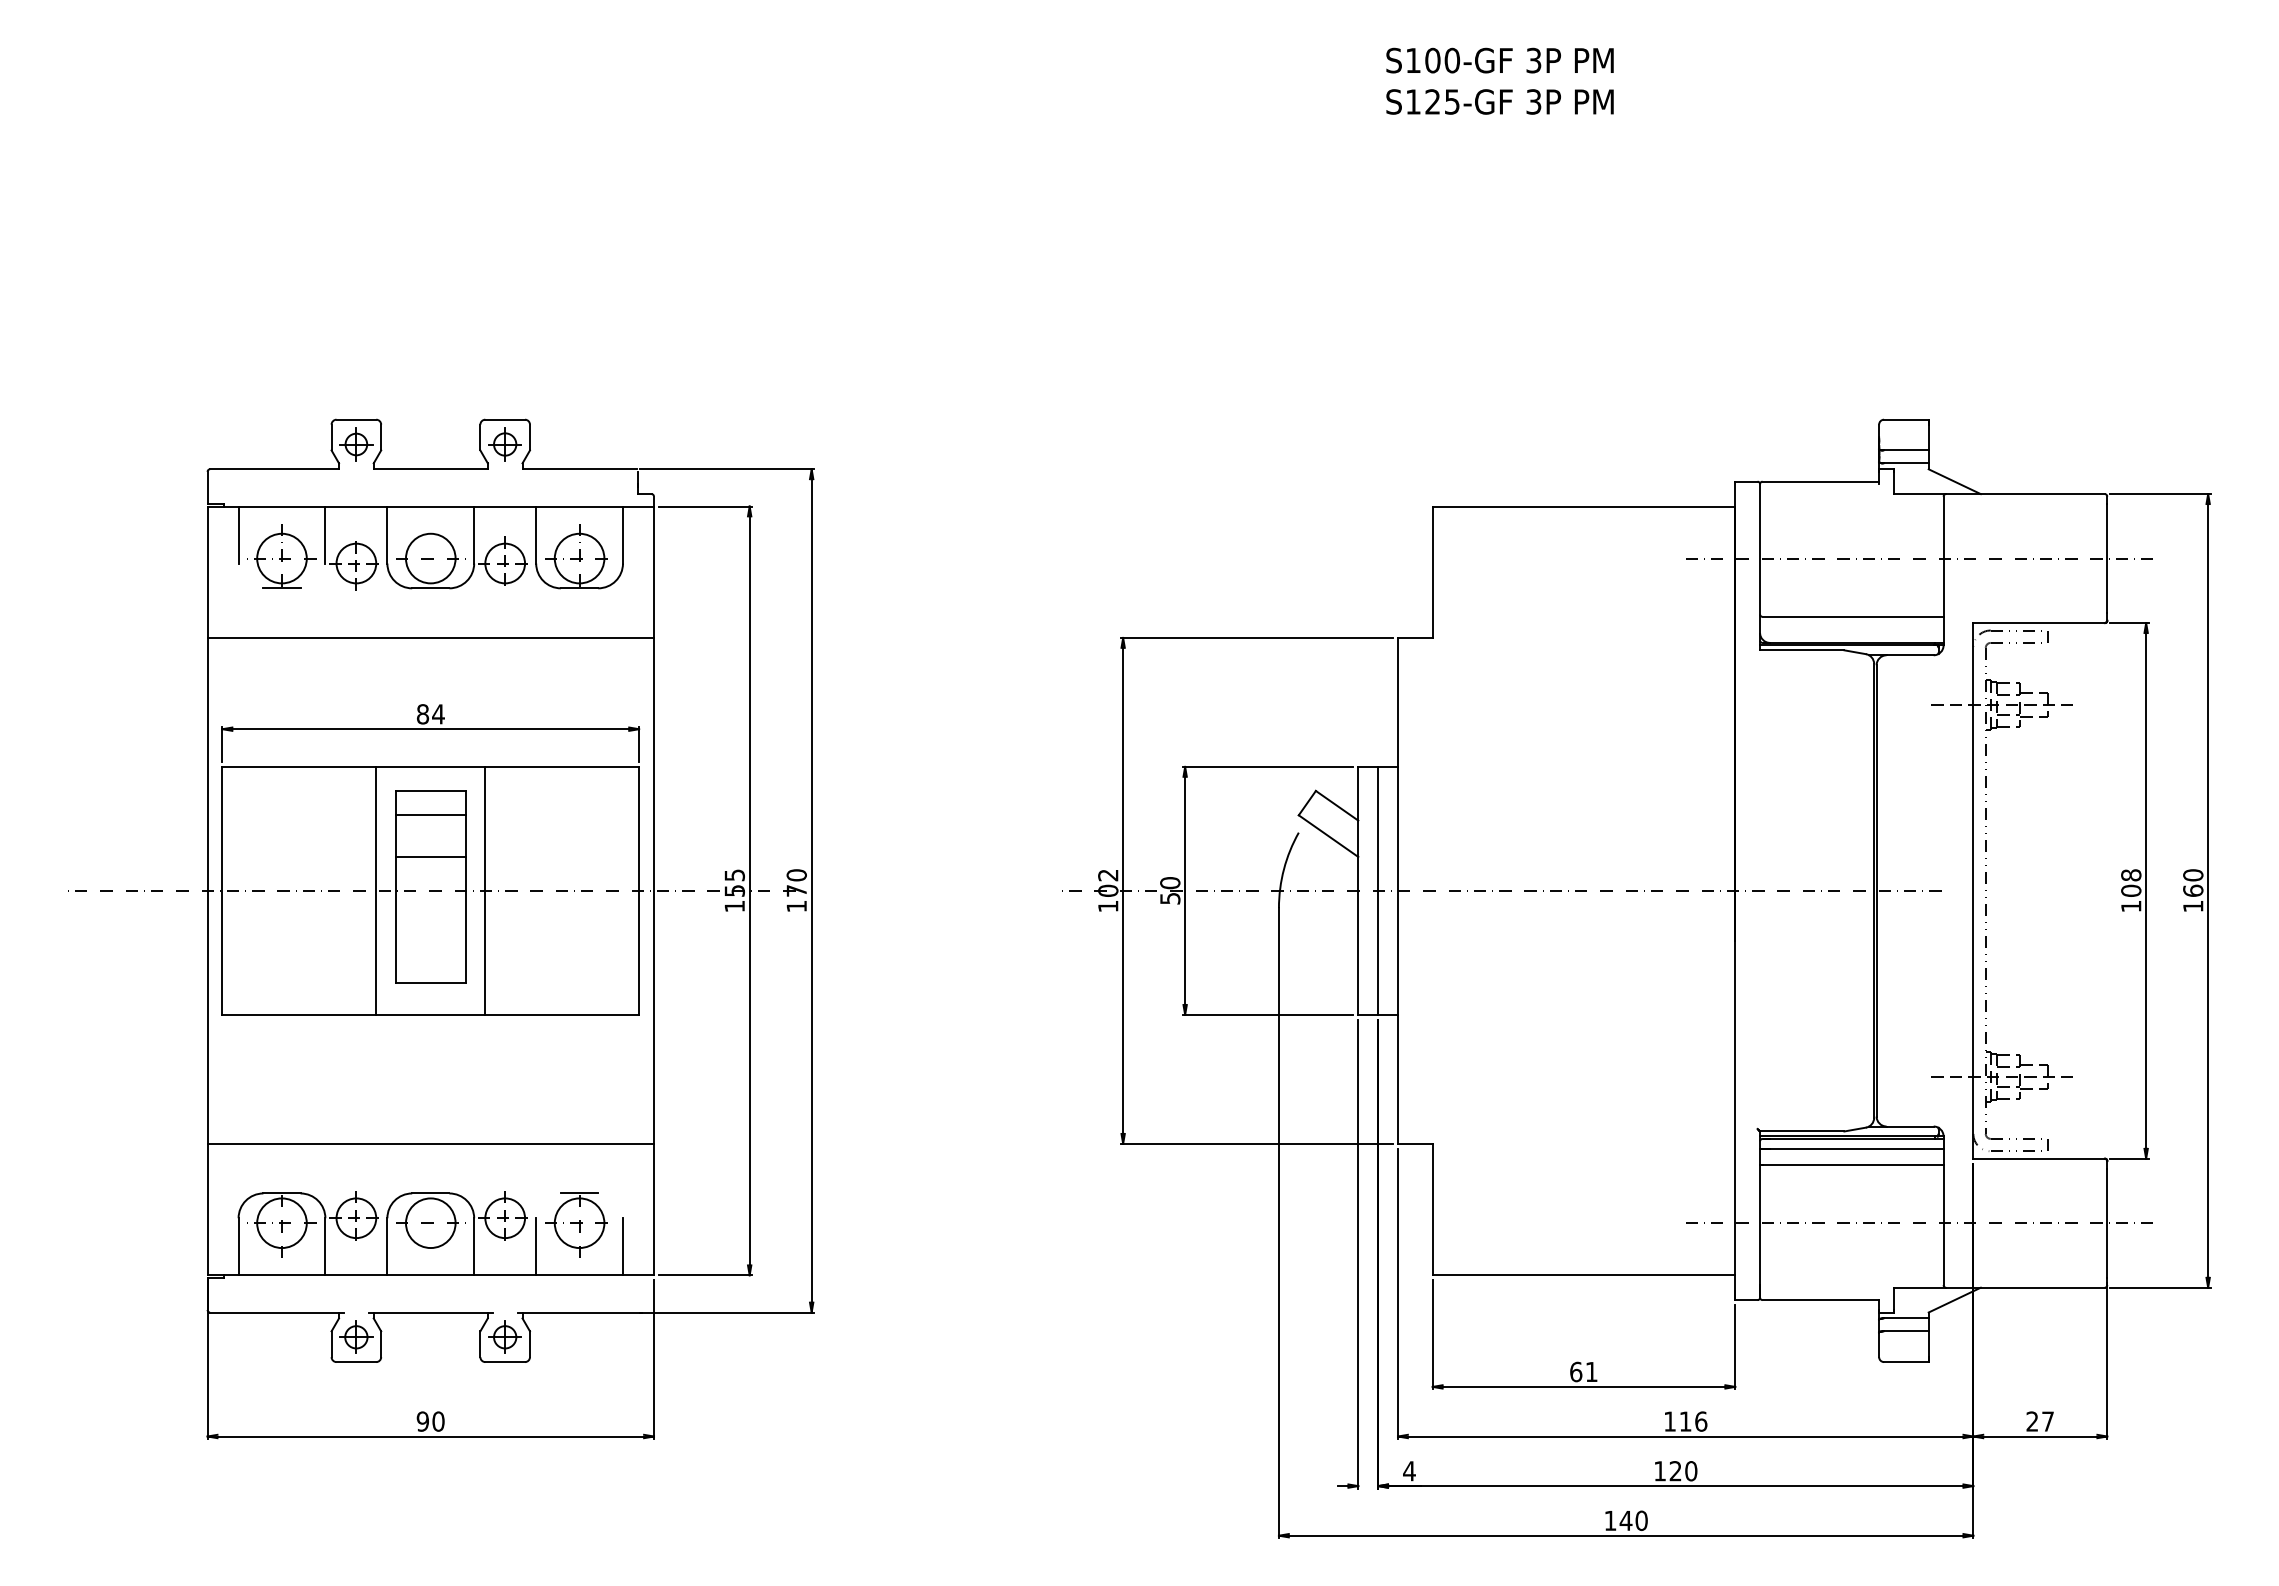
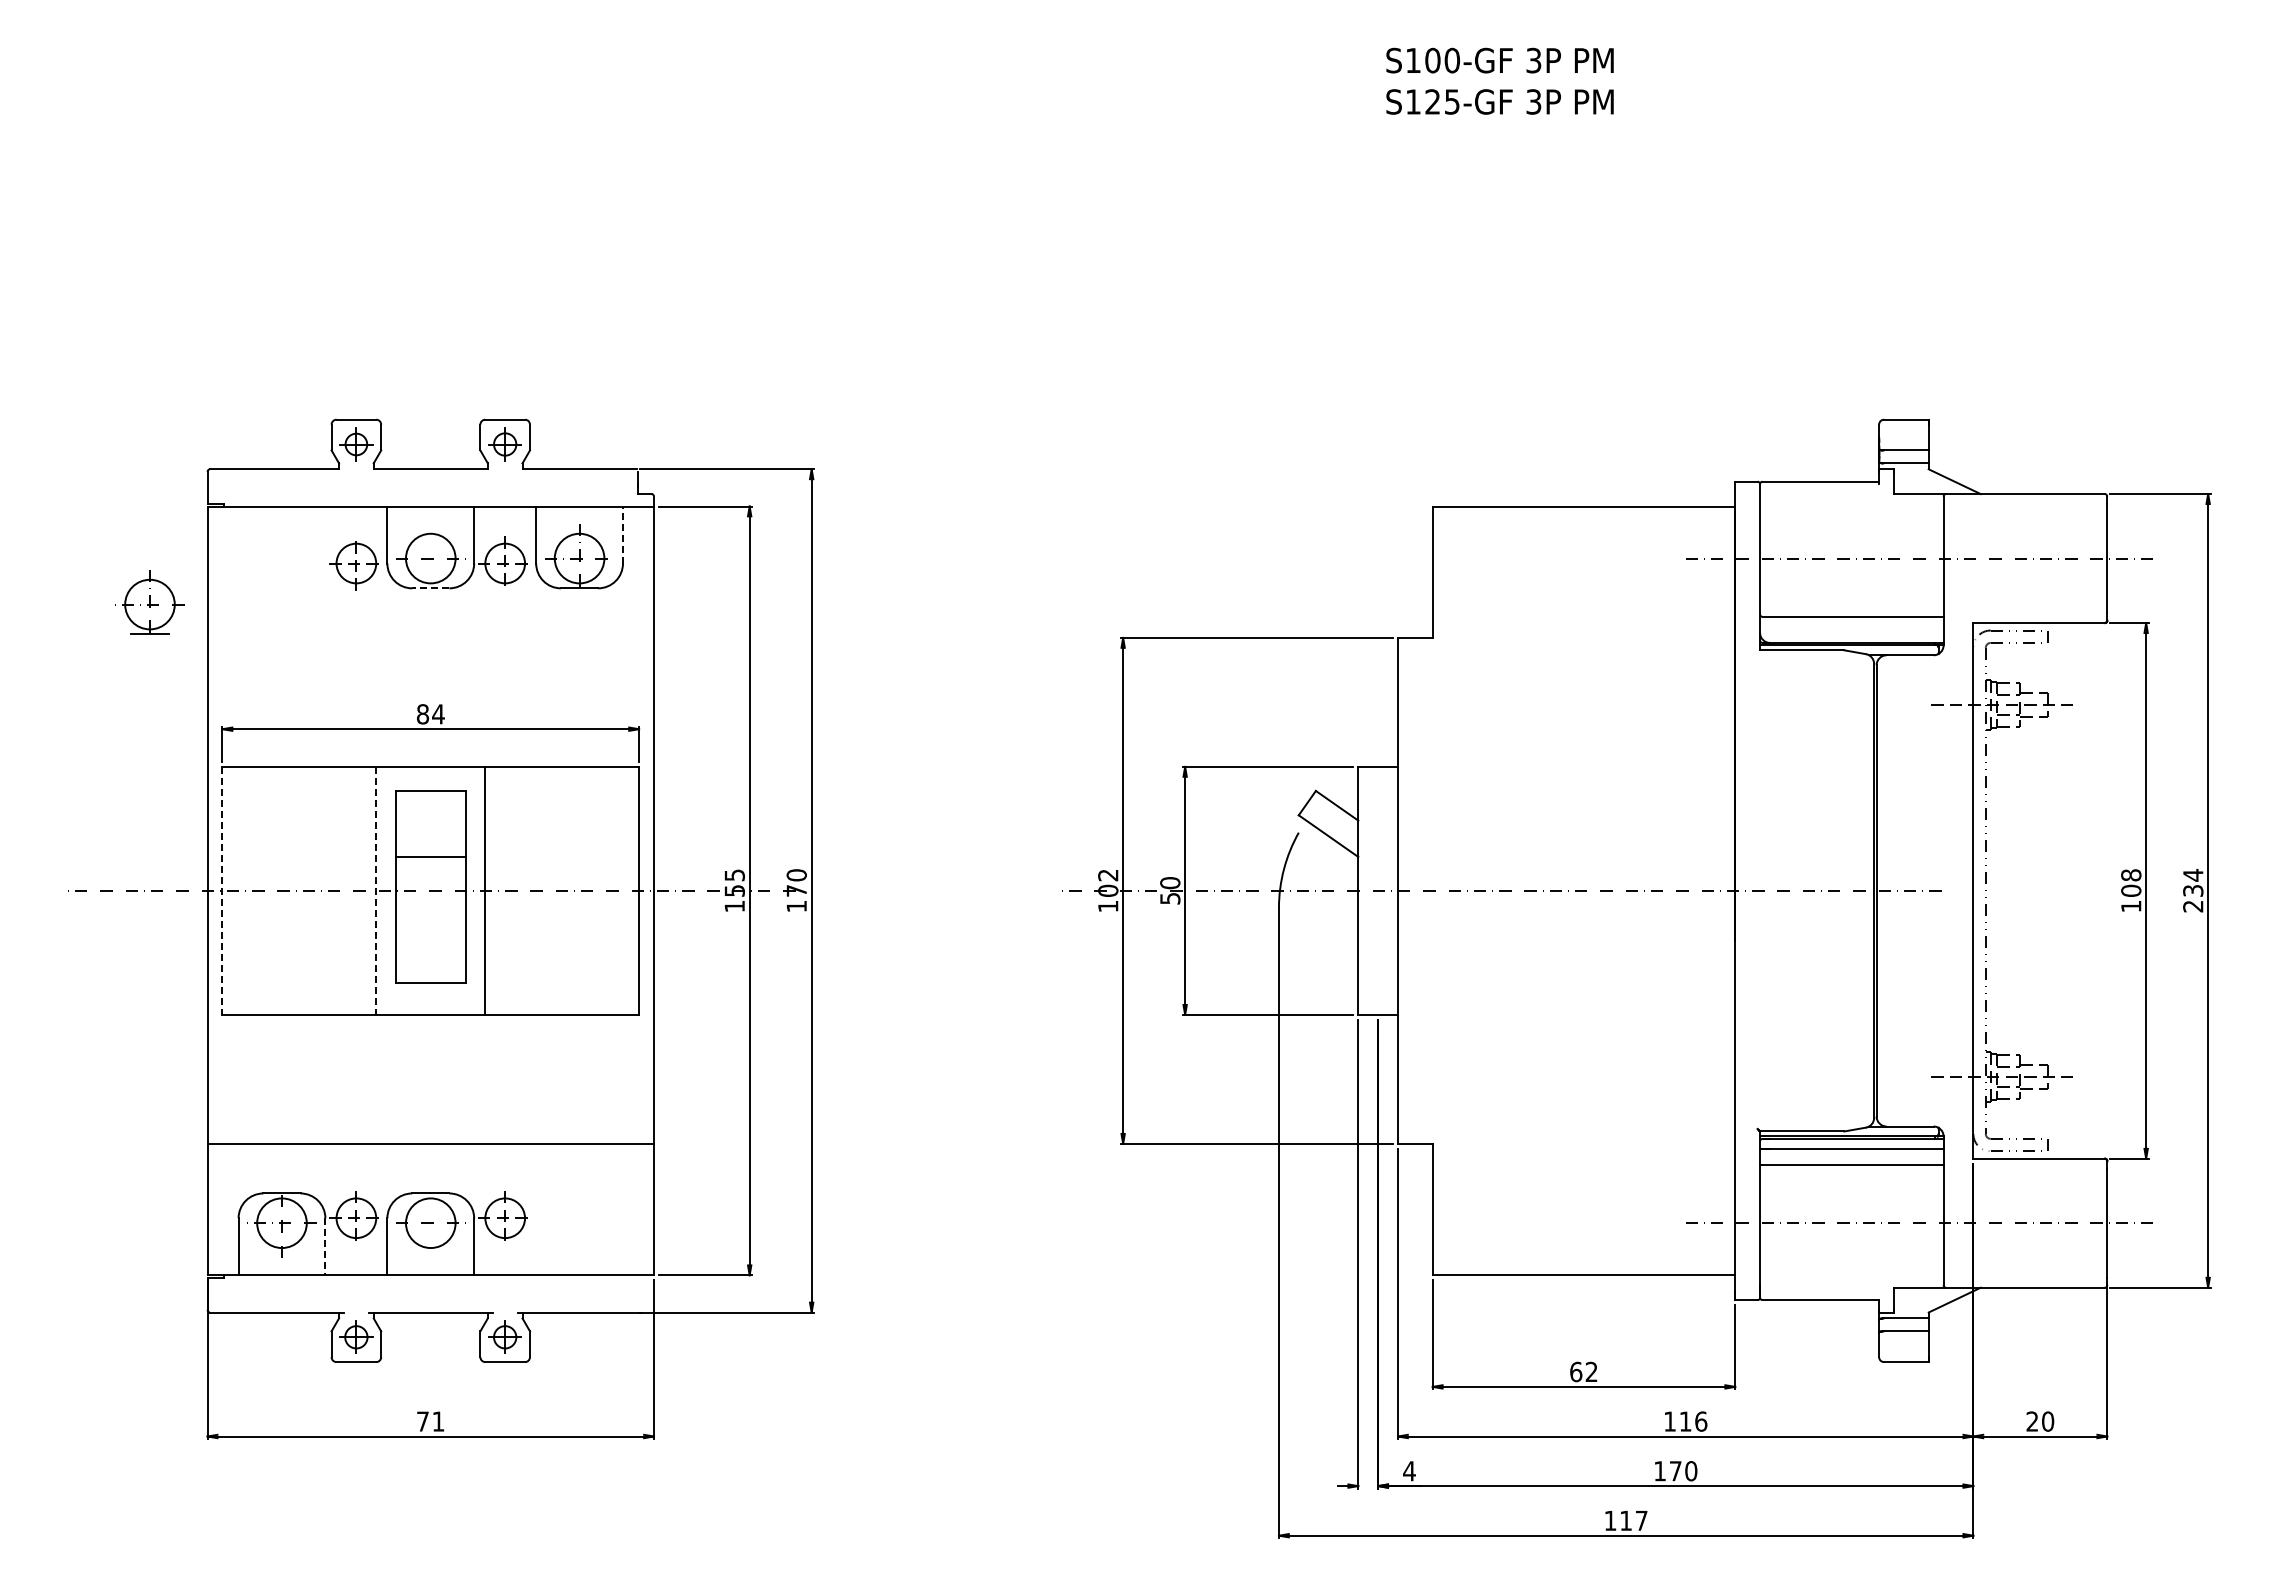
line at (238, 534): present -> none
line at (325, 534): present -> none
line at (622, 535): solid -> dashed
part at (281, 556) position: (281, 556) -> (149, 602)
line at (430, 588): solid -> dashed
line at (430, 637): present -> none
line at (430, 815): present -> none
line at (1378, 890): present -> none
text at (2193, 890): 160 -> 234
line at (222, 891): solid -> dashed
line at (376, 891): solid -> dashed
part at (576, 1224): present -> none
line at (325, 1246): solid -> dashed
line at (536, 1246): present -> none
line at (622, 1246): present -> none
text at (1591, 1371): 61 -> 62
text at (430, 1421): 90 -> 71
text at (2048, 1421): 27 -> 20
text at (1675, 1471): 120 -> 170
text at (1633, 1520): 140 -> 117
